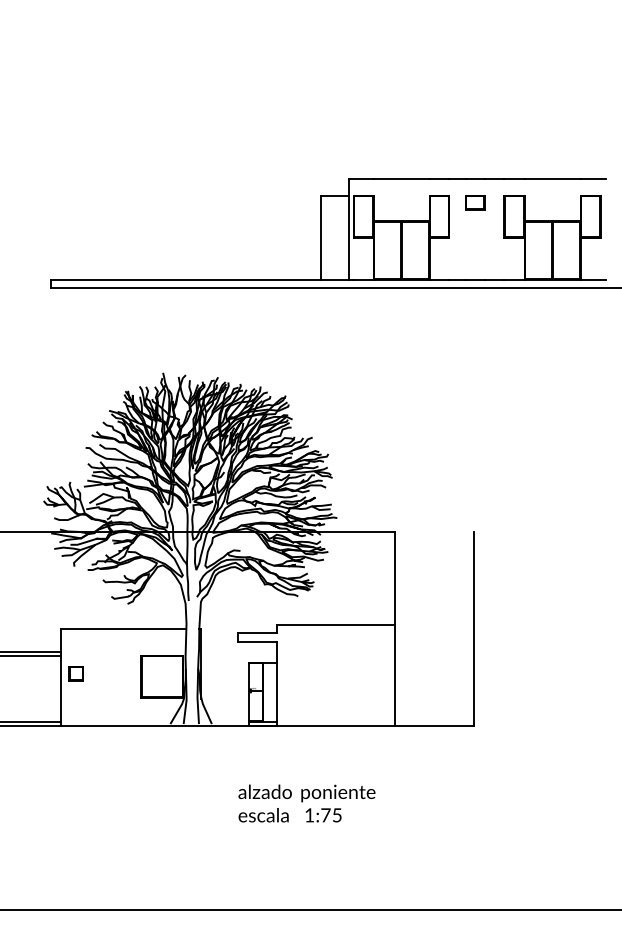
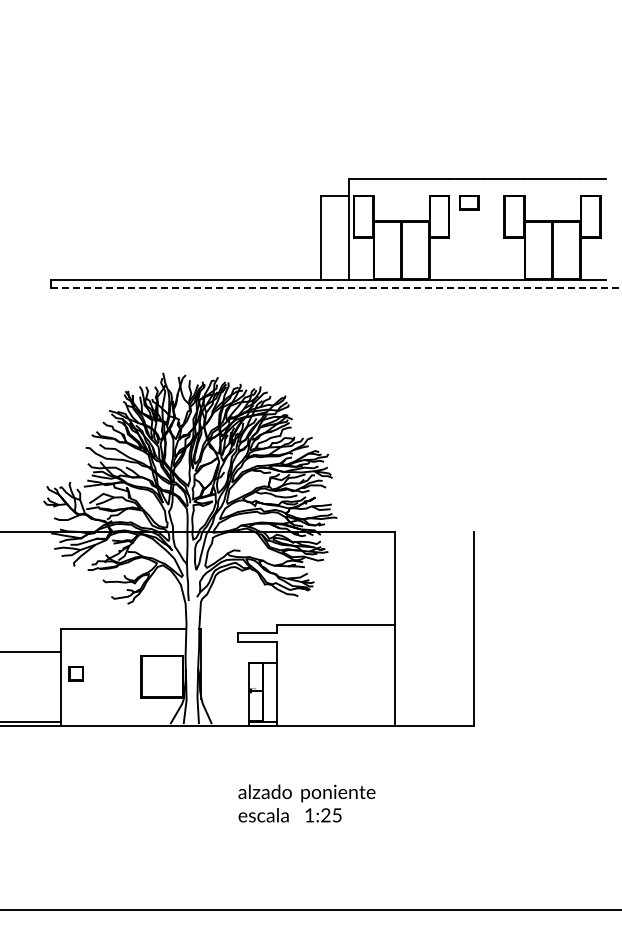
part at (475, 202) position: (475, 202) -> (469, 202)
line at (336, 288): solid -> dashed
line at (31, 655): present -> none
text at (325, 815): 1:75 -> 1:25
